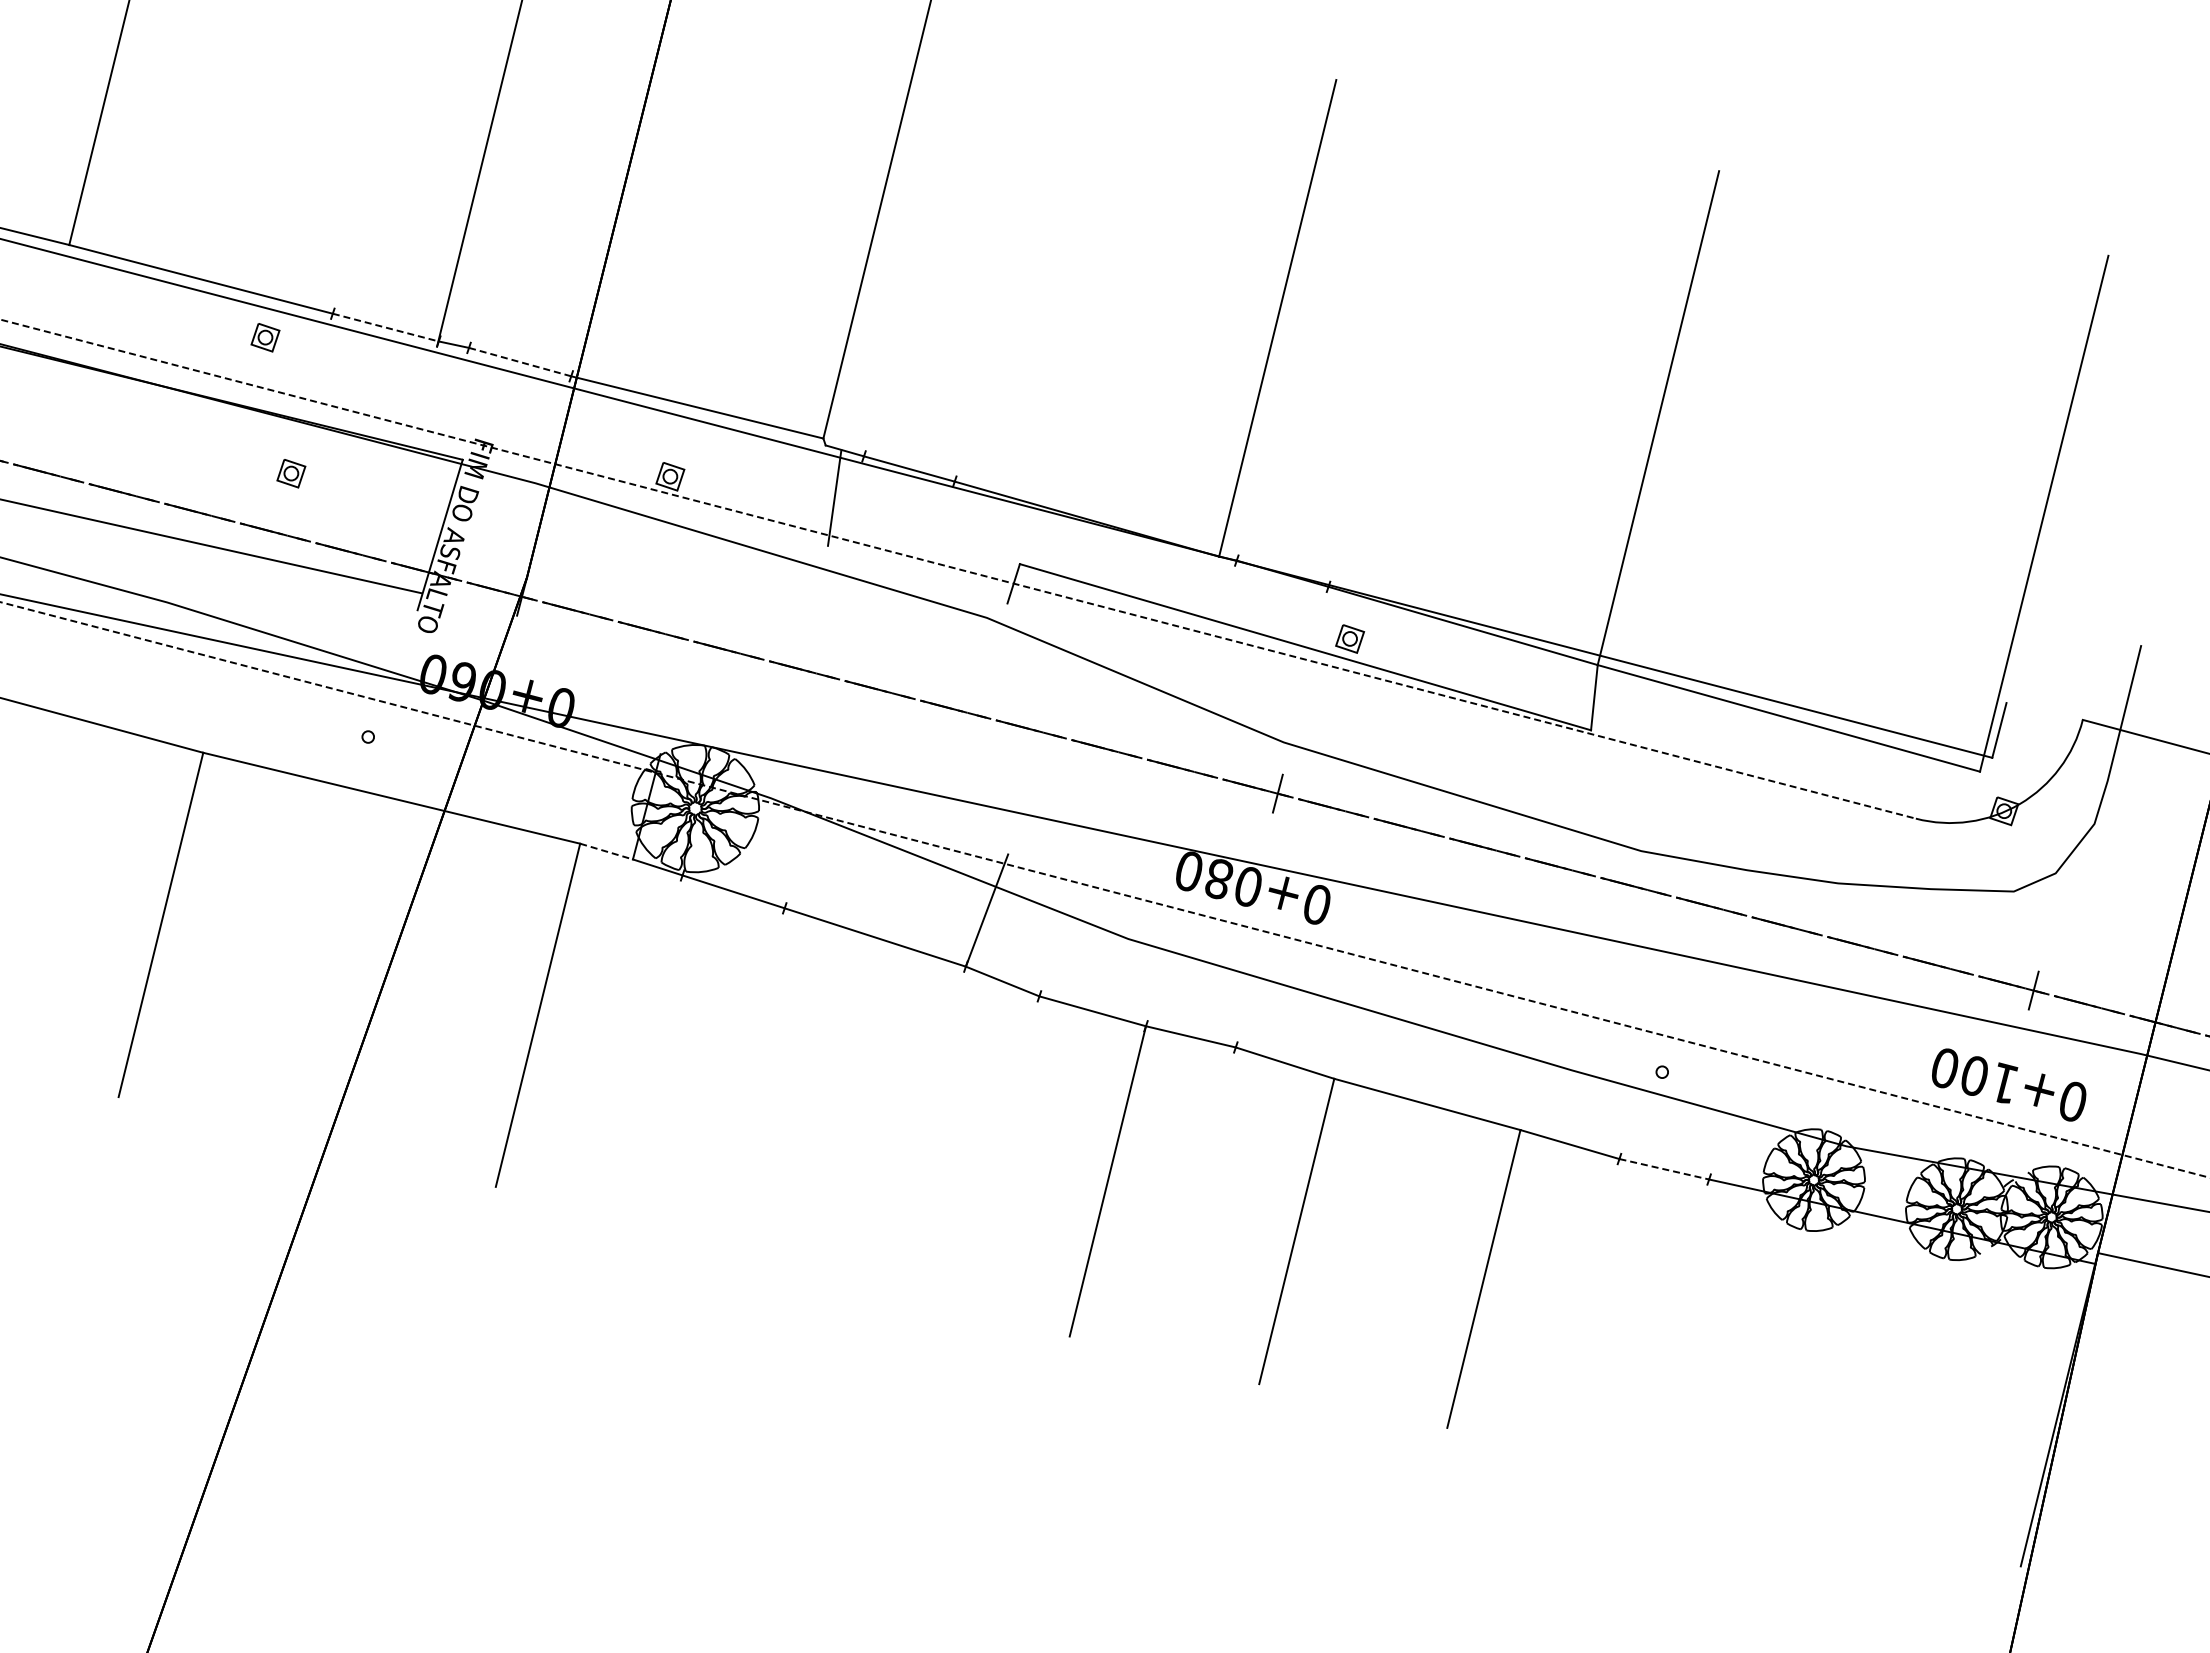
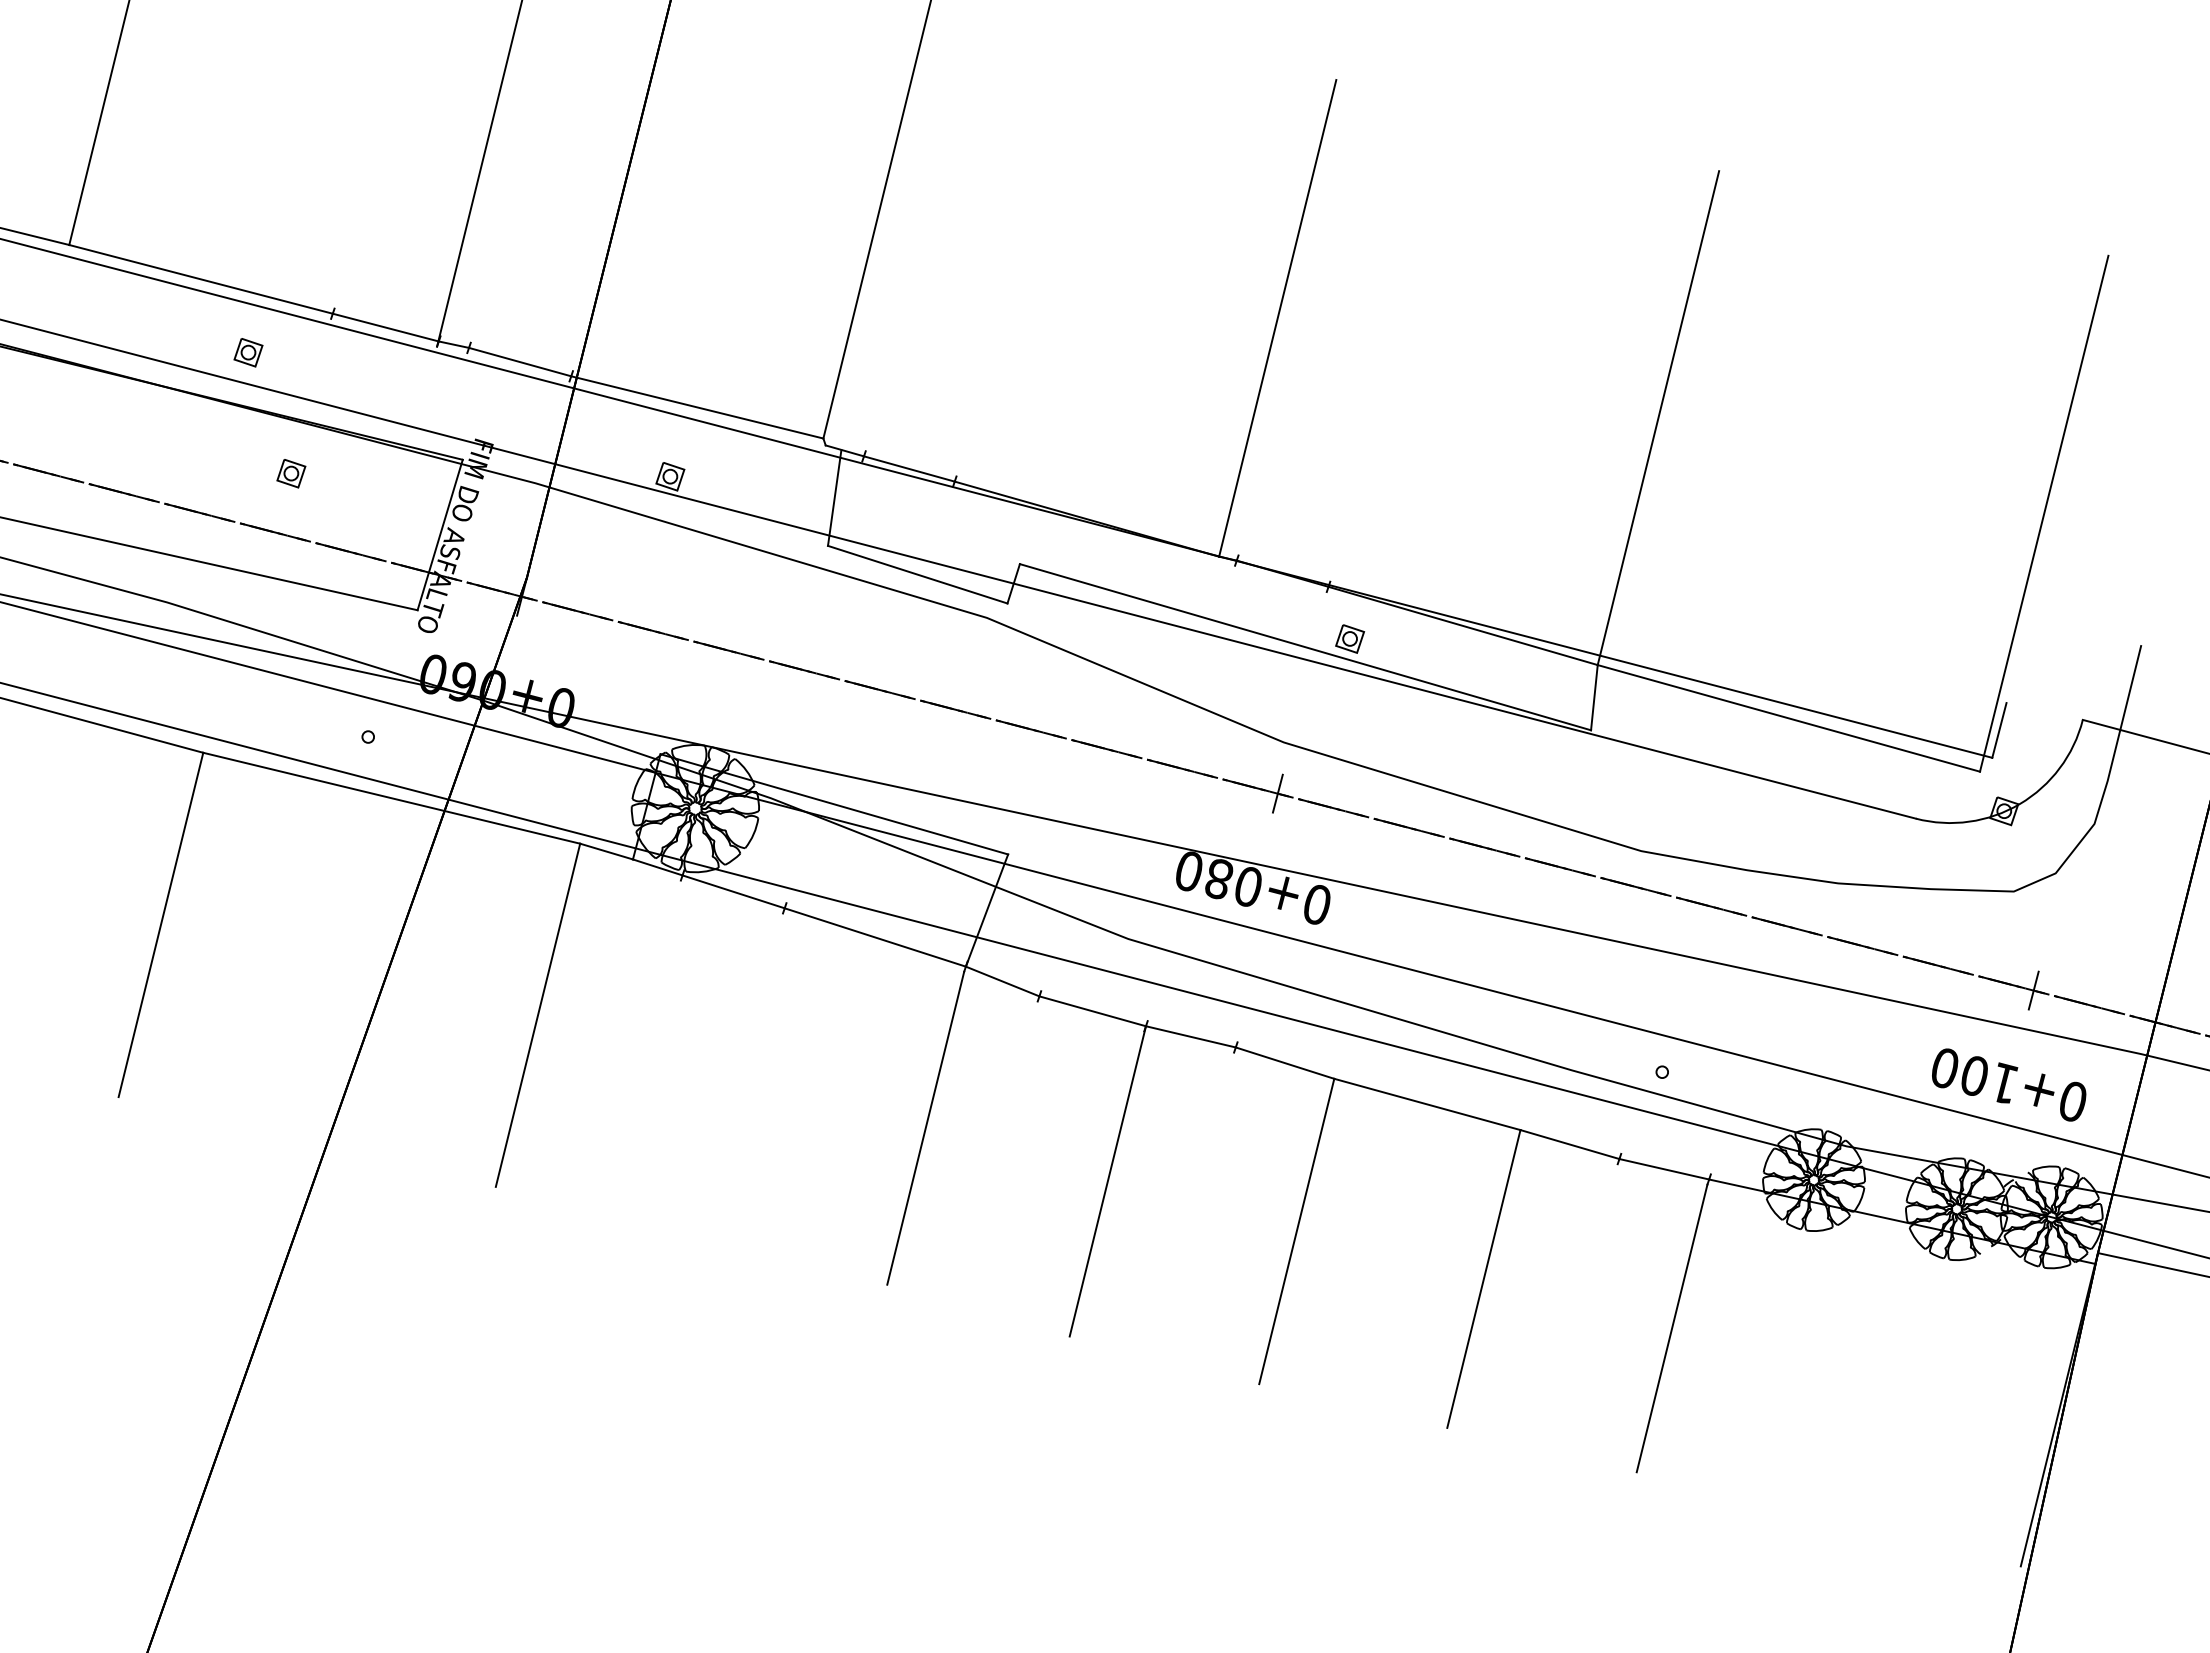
line at (385, 327): dashed -> solid
part at (265, 337) position: (265, 337) -> (248, 352)
line at (519, 361): dashed -> solid
line at (211, 546) position: (211, 546) -> (209, 563)
line at (957, 569): dashed -> solid
line at (917, 574): none -> present
line at (834, 804): none -> present
line at (606, 851): dashed -> solid
line at (1105, 890): dashed -> solid
line at (1104, 970): none -> present
line at (925, 1127): none -> present
line at (1664, 1169): dashed -> solid
line at (1671, 1328): none -> present
